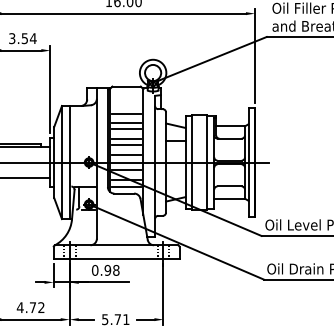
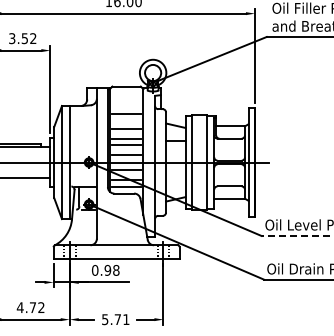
text at (32, 38): 3.54 -> 3.52
line at (126, 122): present -> none
line at (297, 235): solid -> dashed
